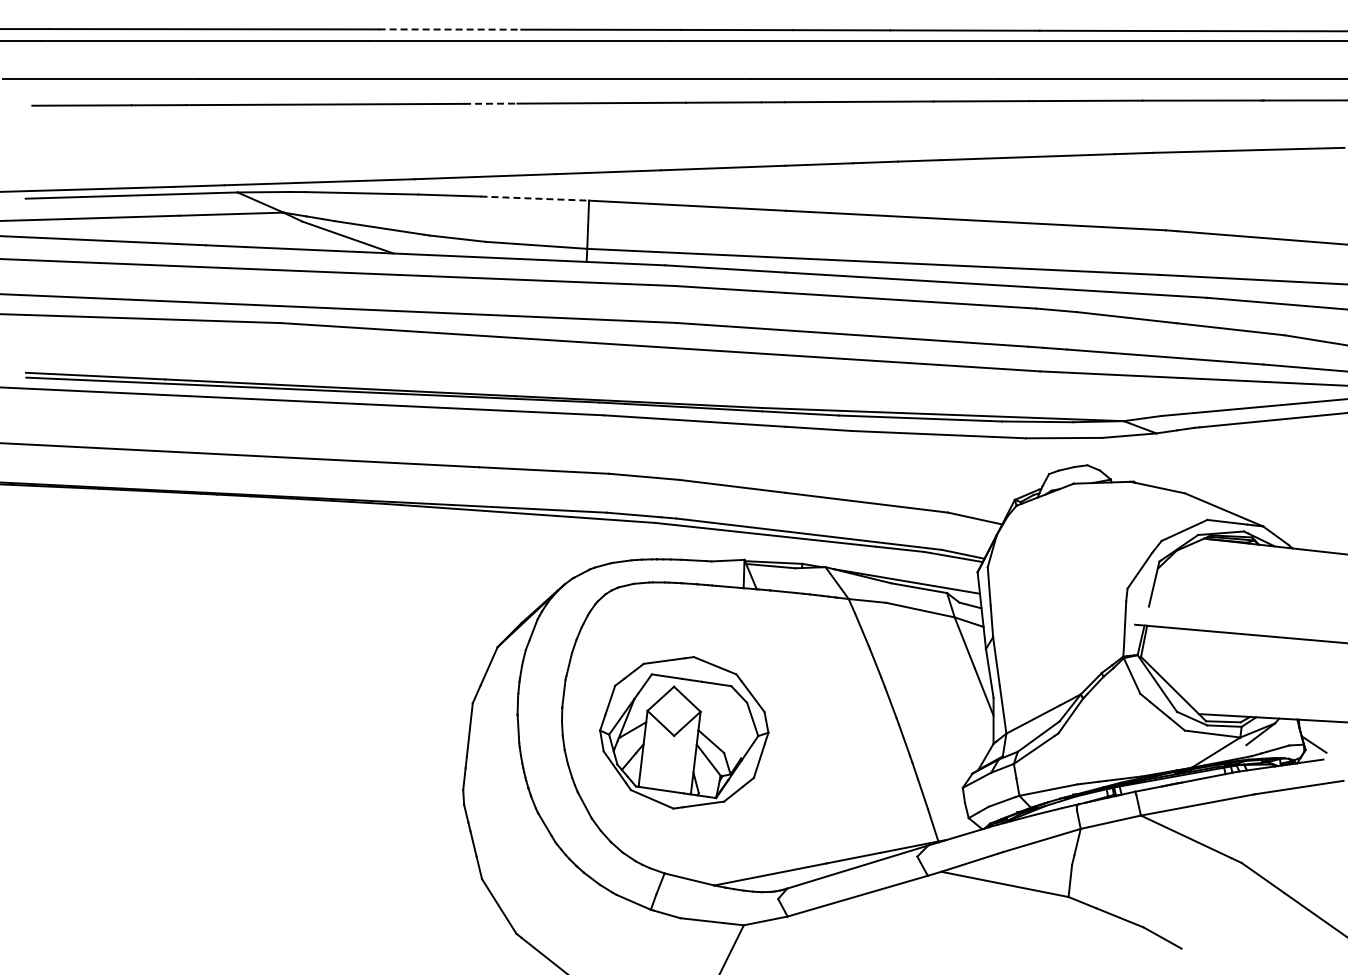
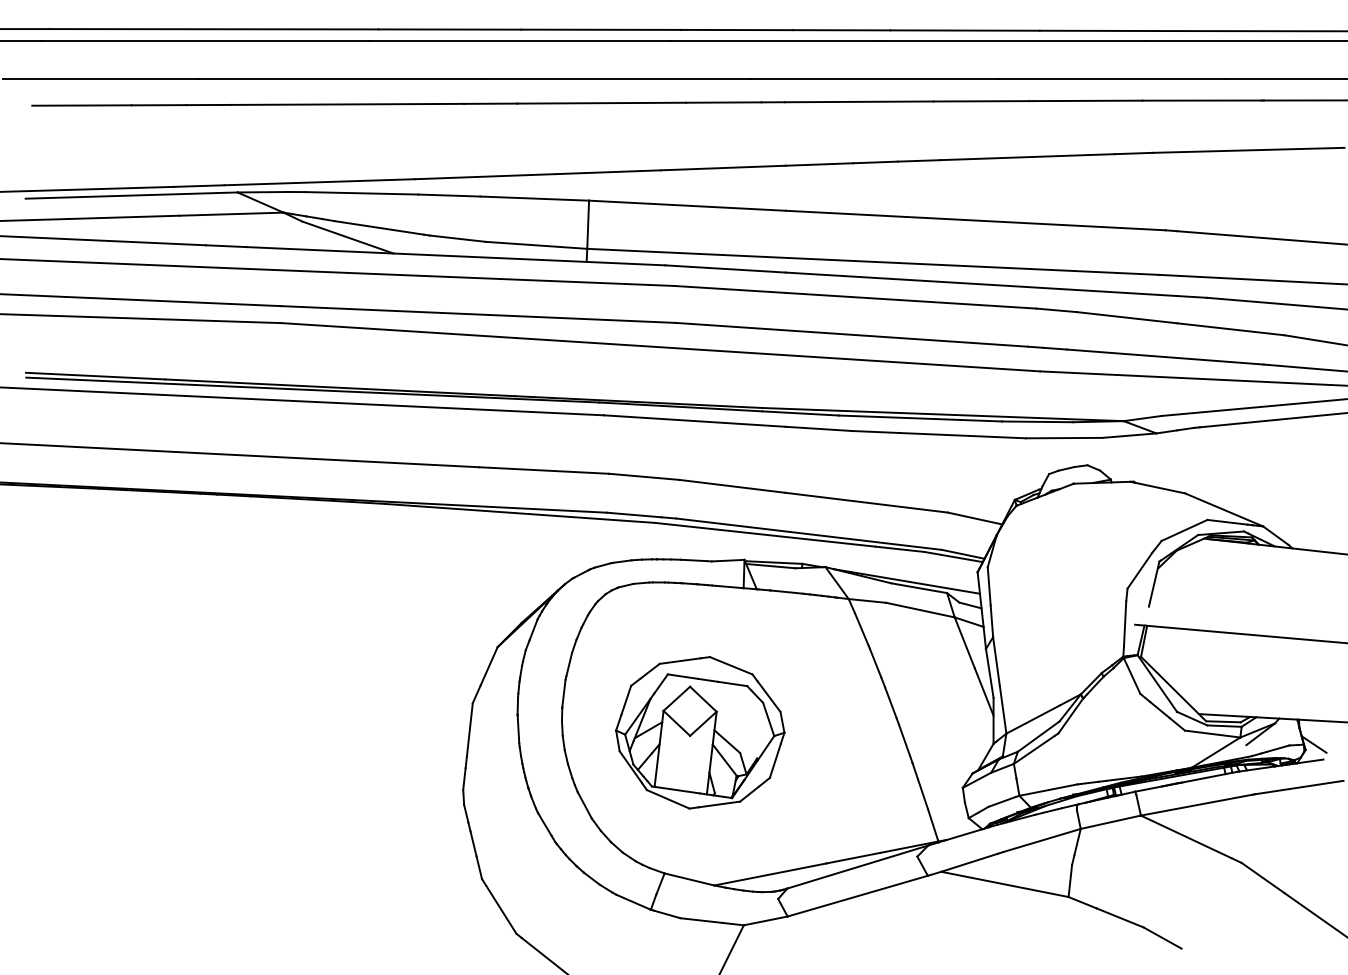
line at (450, 29): dashed -> solid
line at (490, 103): dashed -> solid
line at (535, 198): dashed -> solid
part at (684, 732) position: (684, 732) -> (700, 732)
